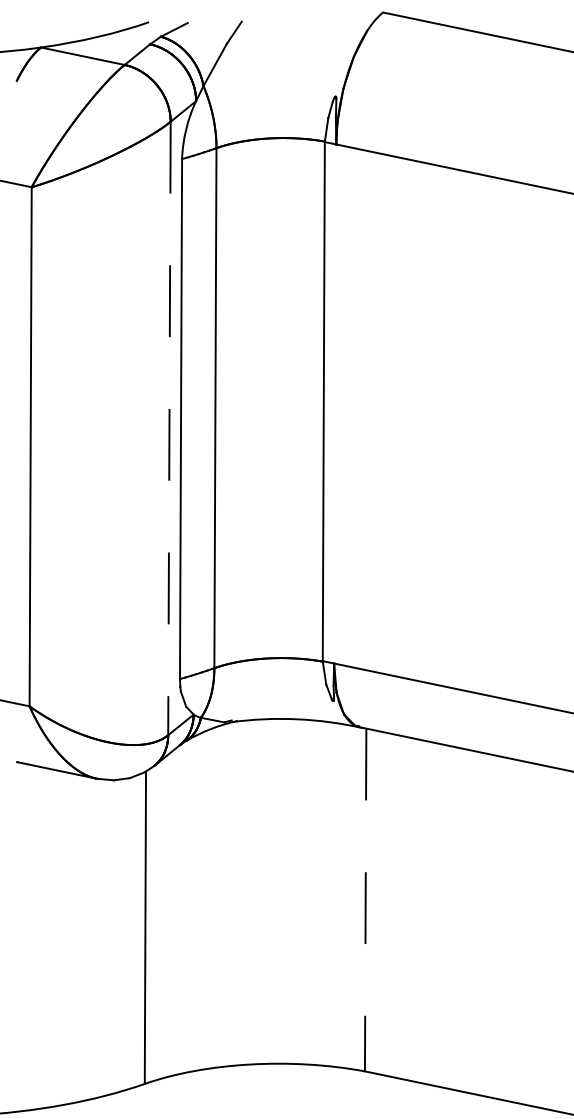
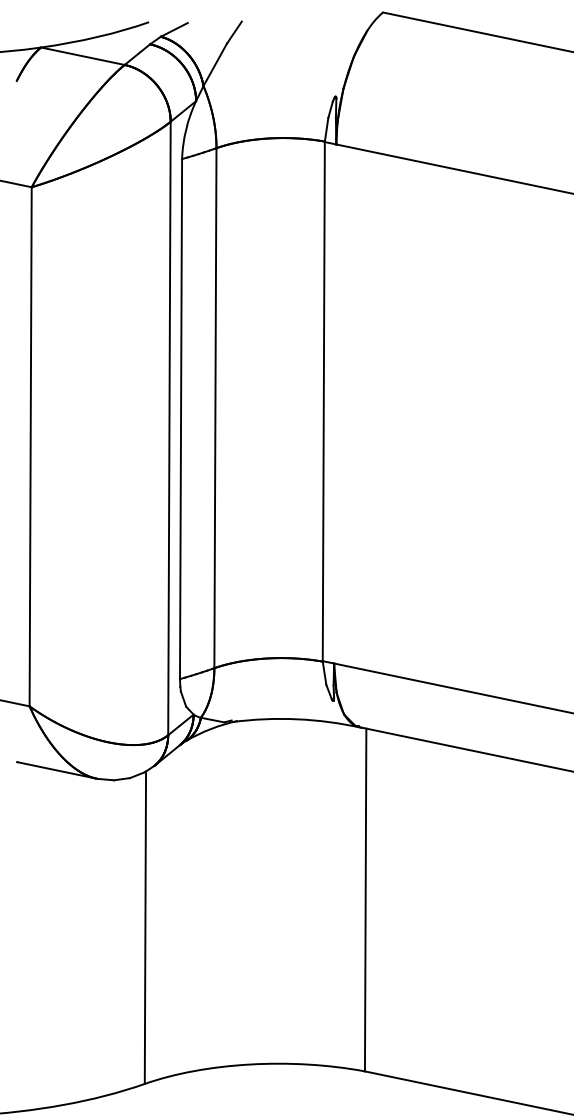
line at (169, 428): dashed -> solid
line at (365, 900): dashed -> solid
